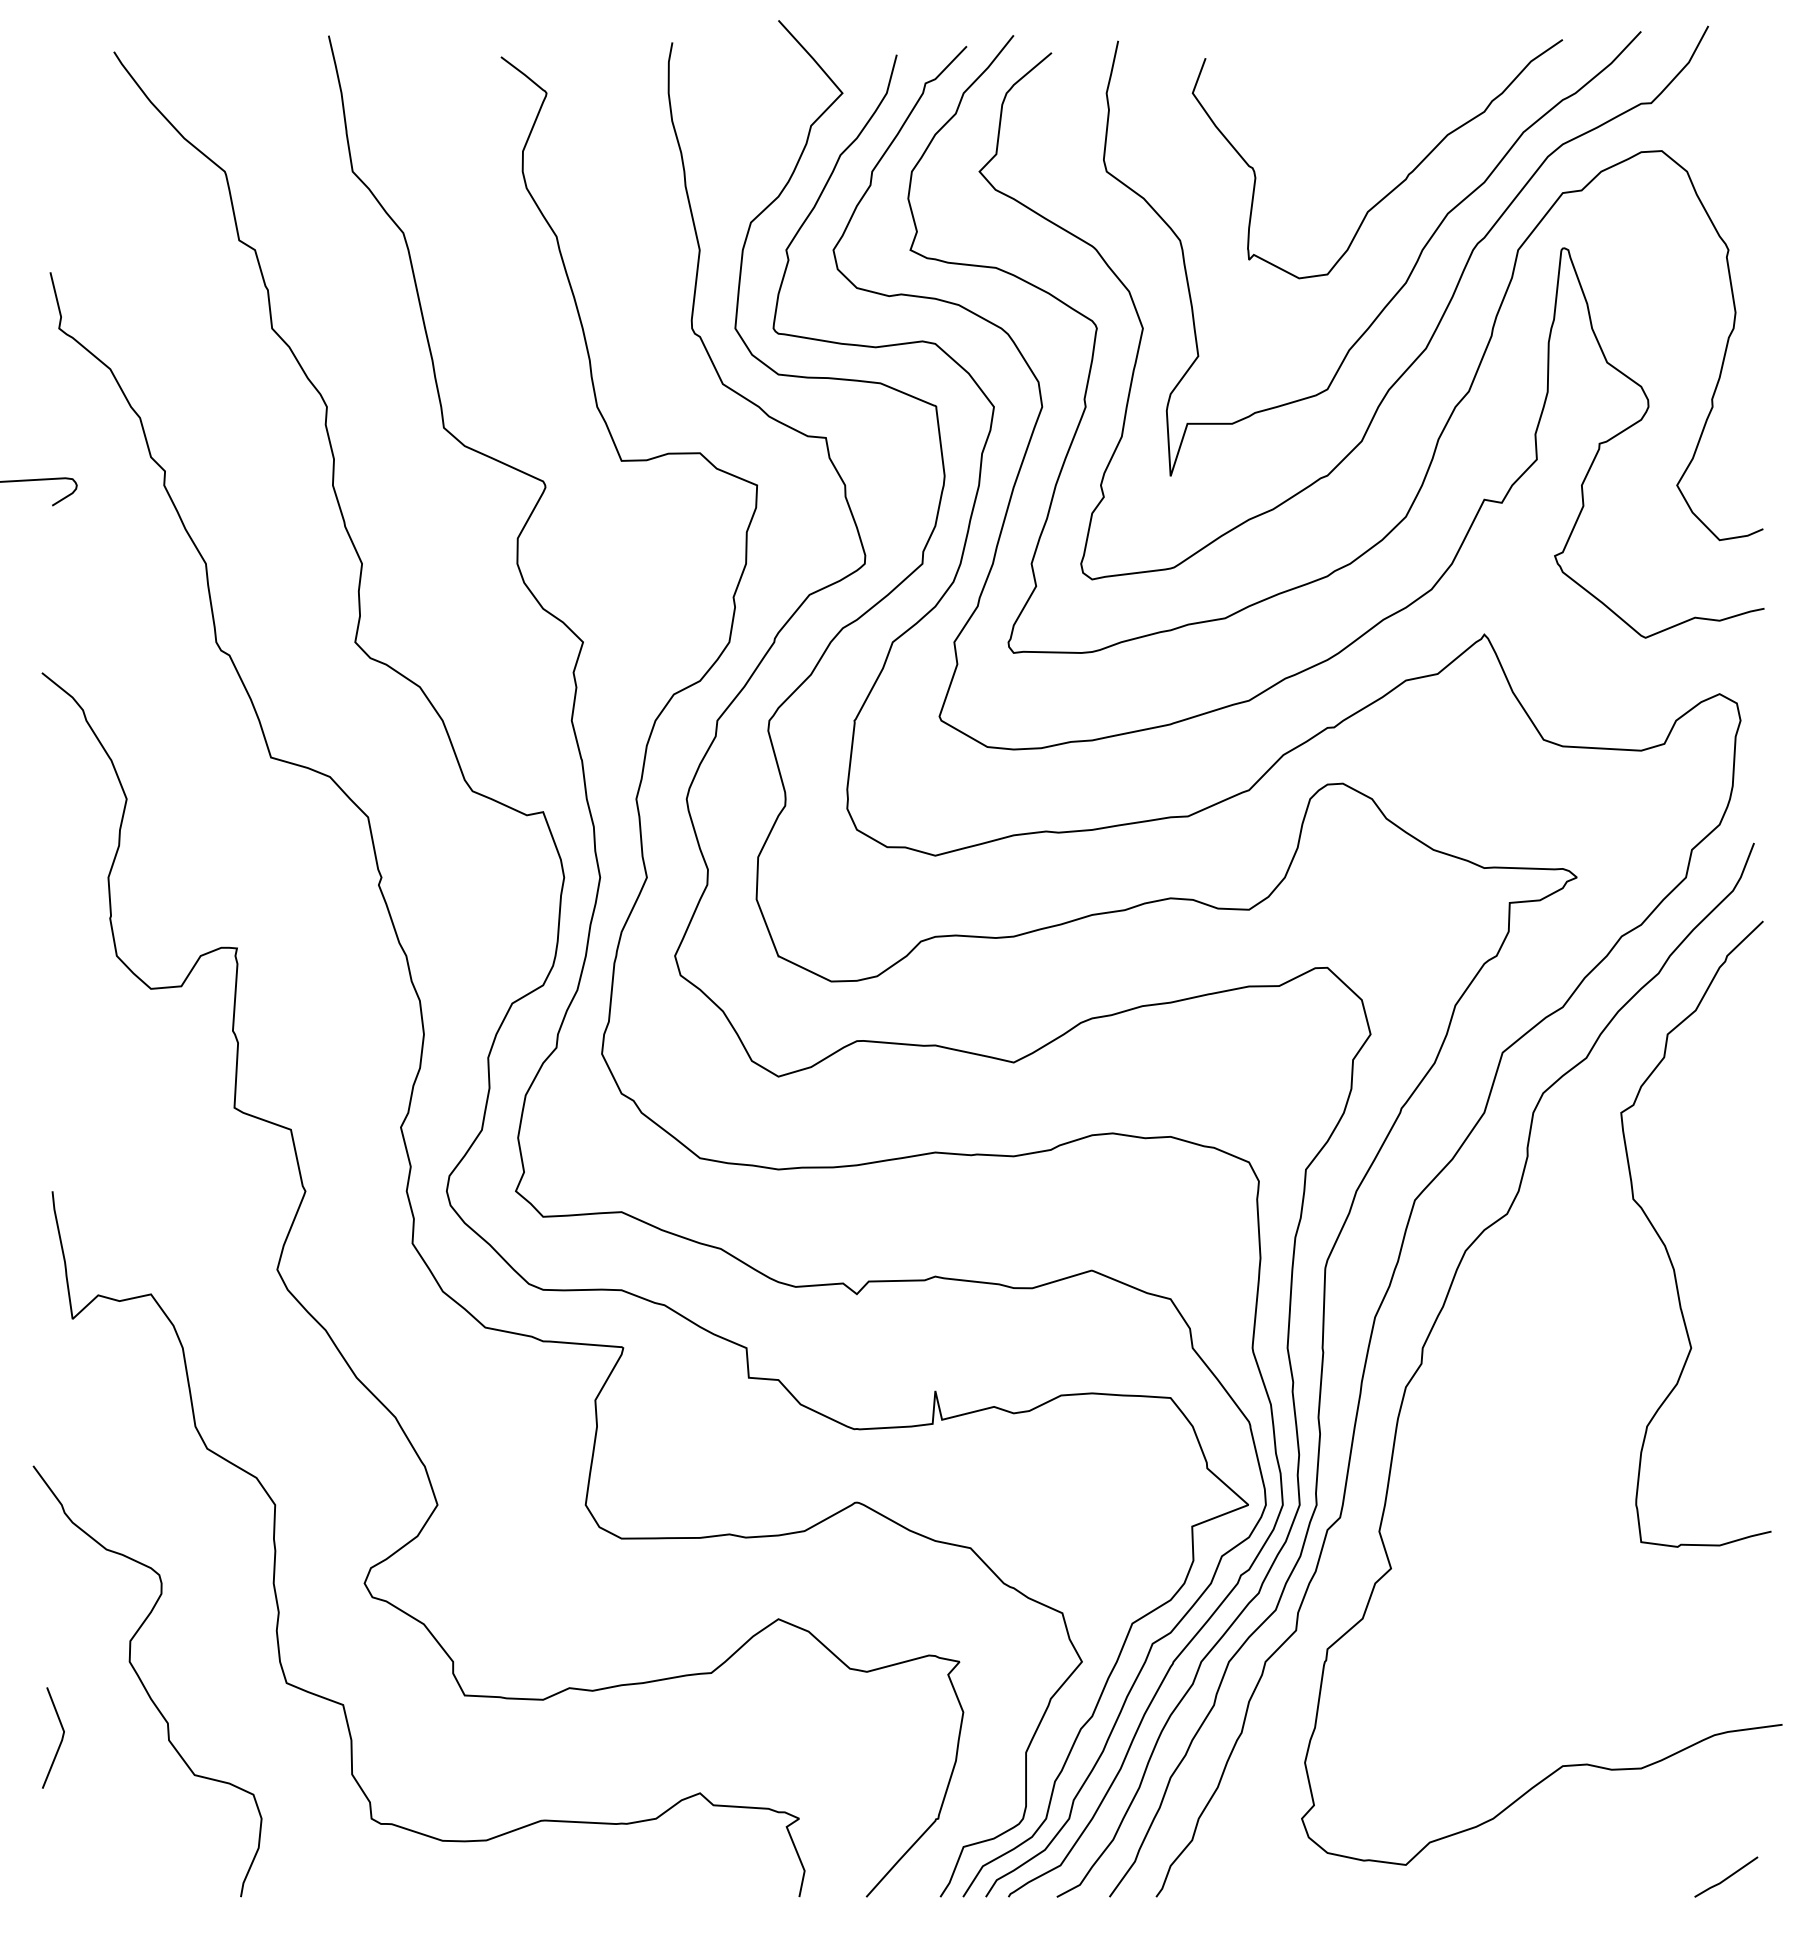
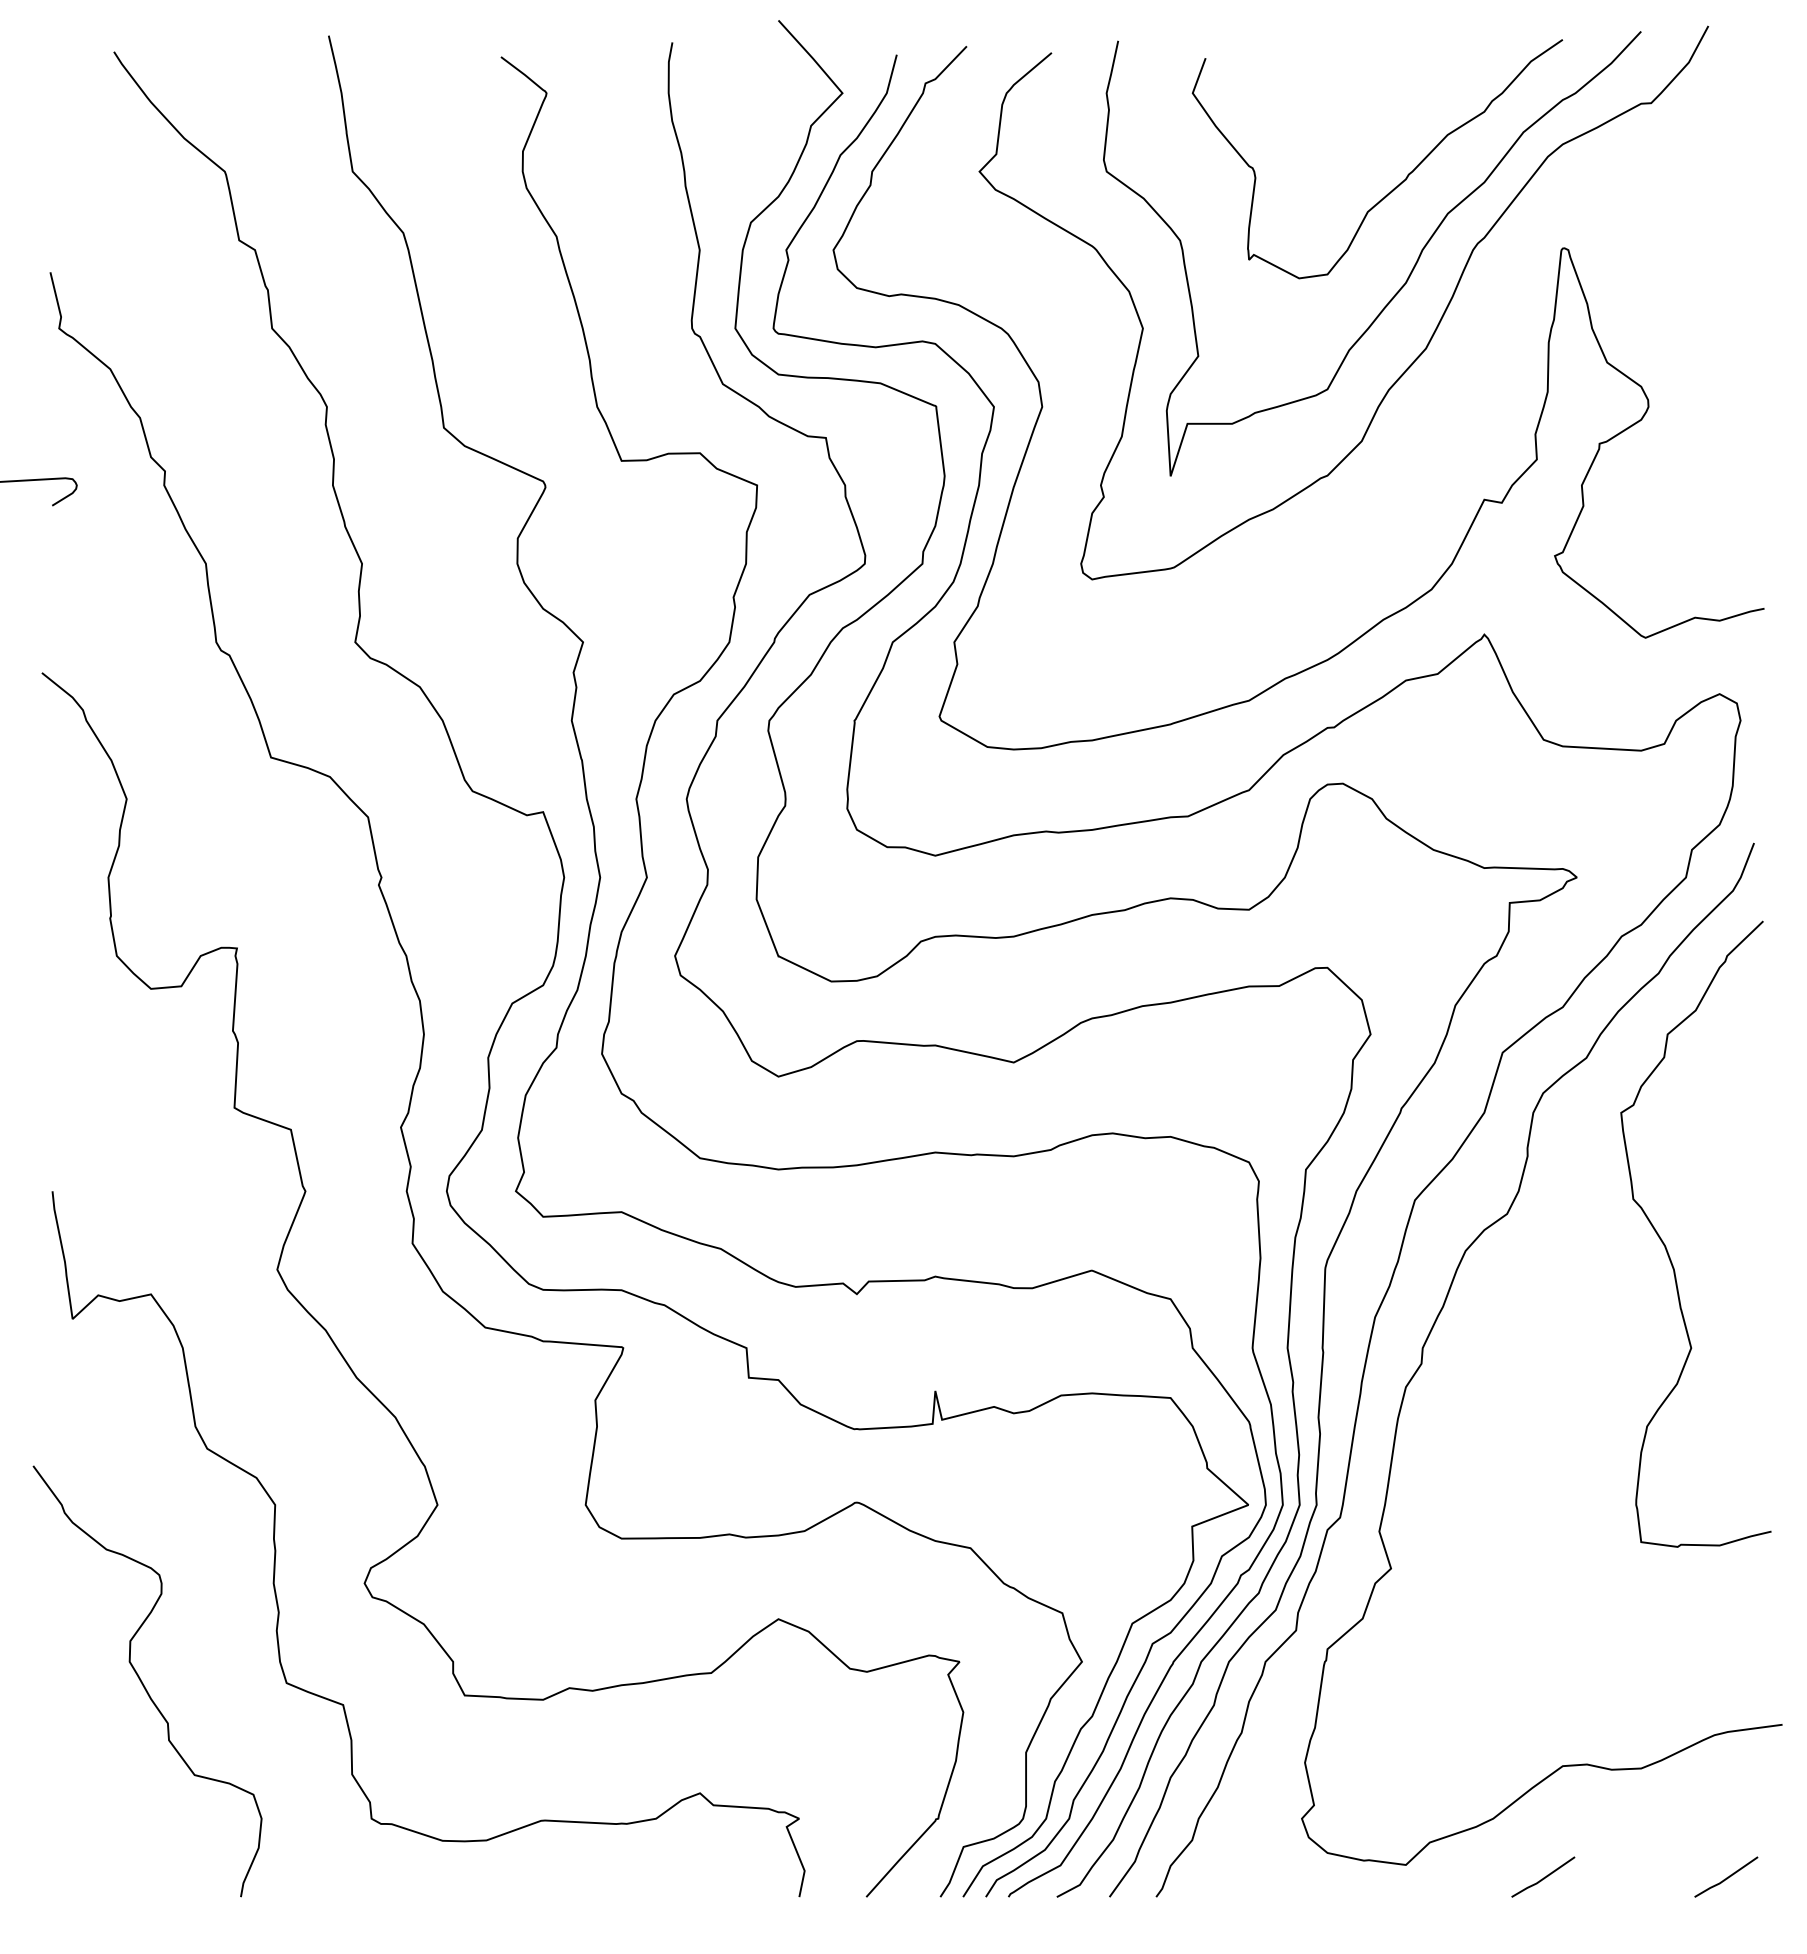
curve at (1454, 406): present -> none
line at (61, 1737): present -> none
line at (1544, 1876): none -> present
